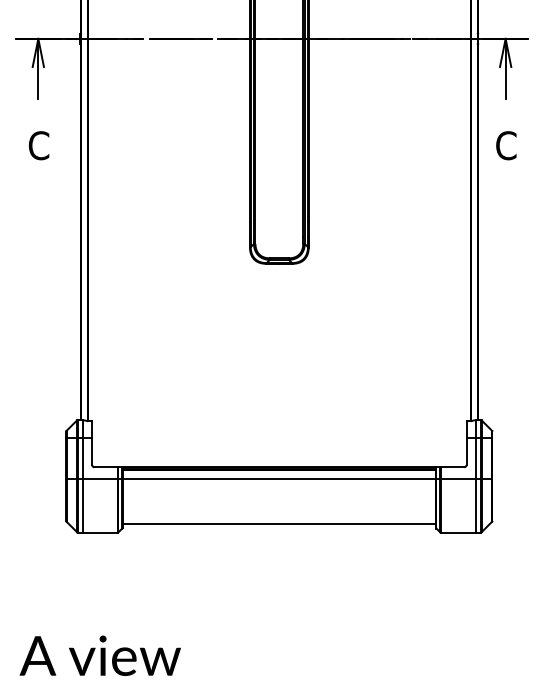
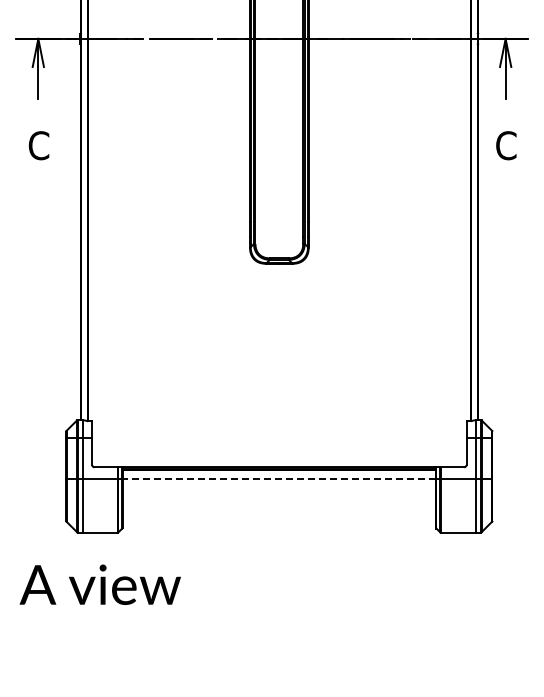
line at (279, 478): solid -> dashed
line at (279, 523): present -> none
text at (99, 655) position: (99, 655) -> (99, 584)
